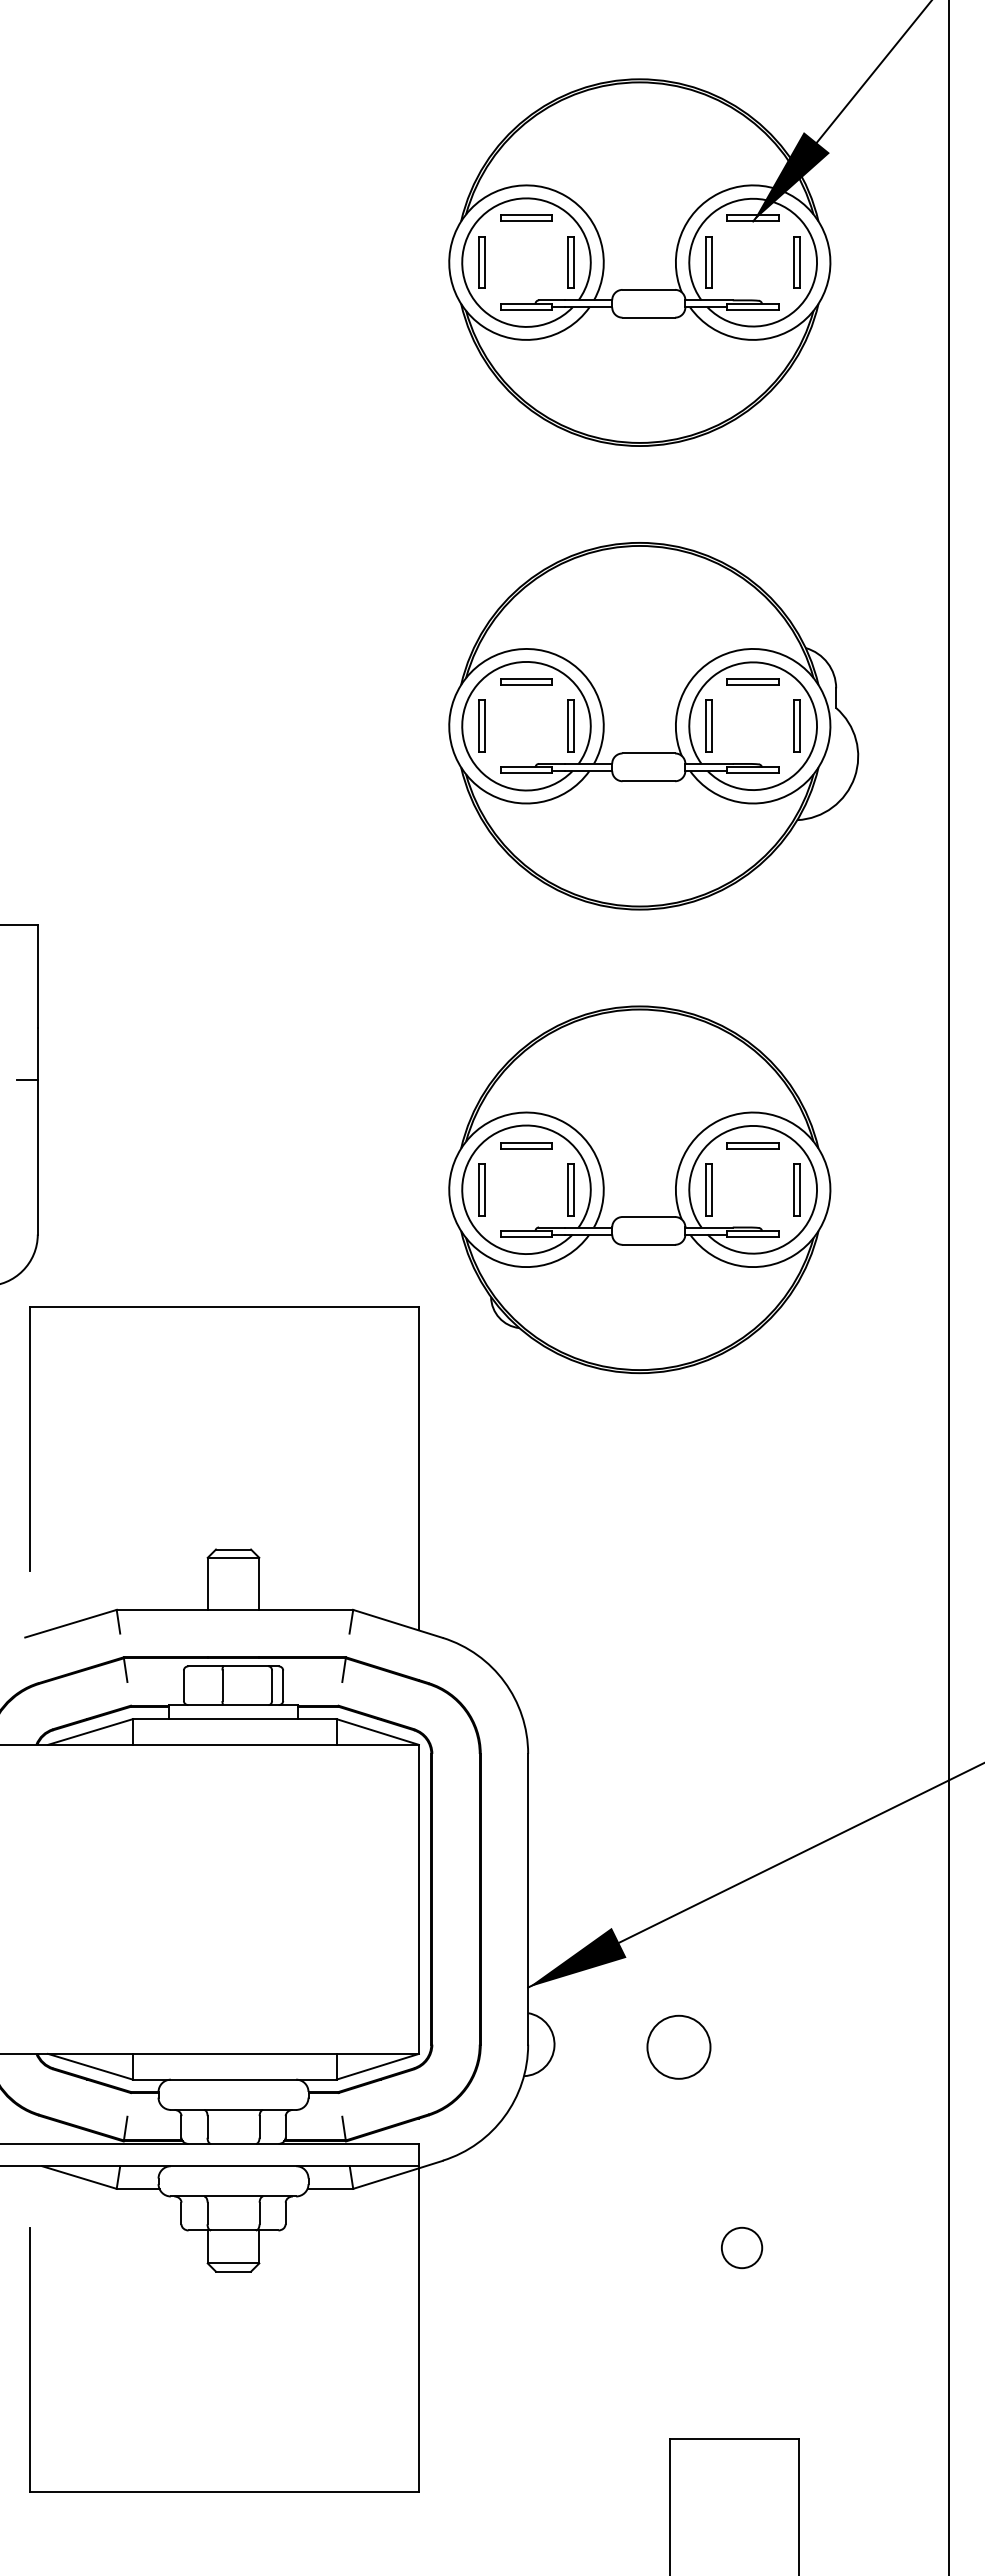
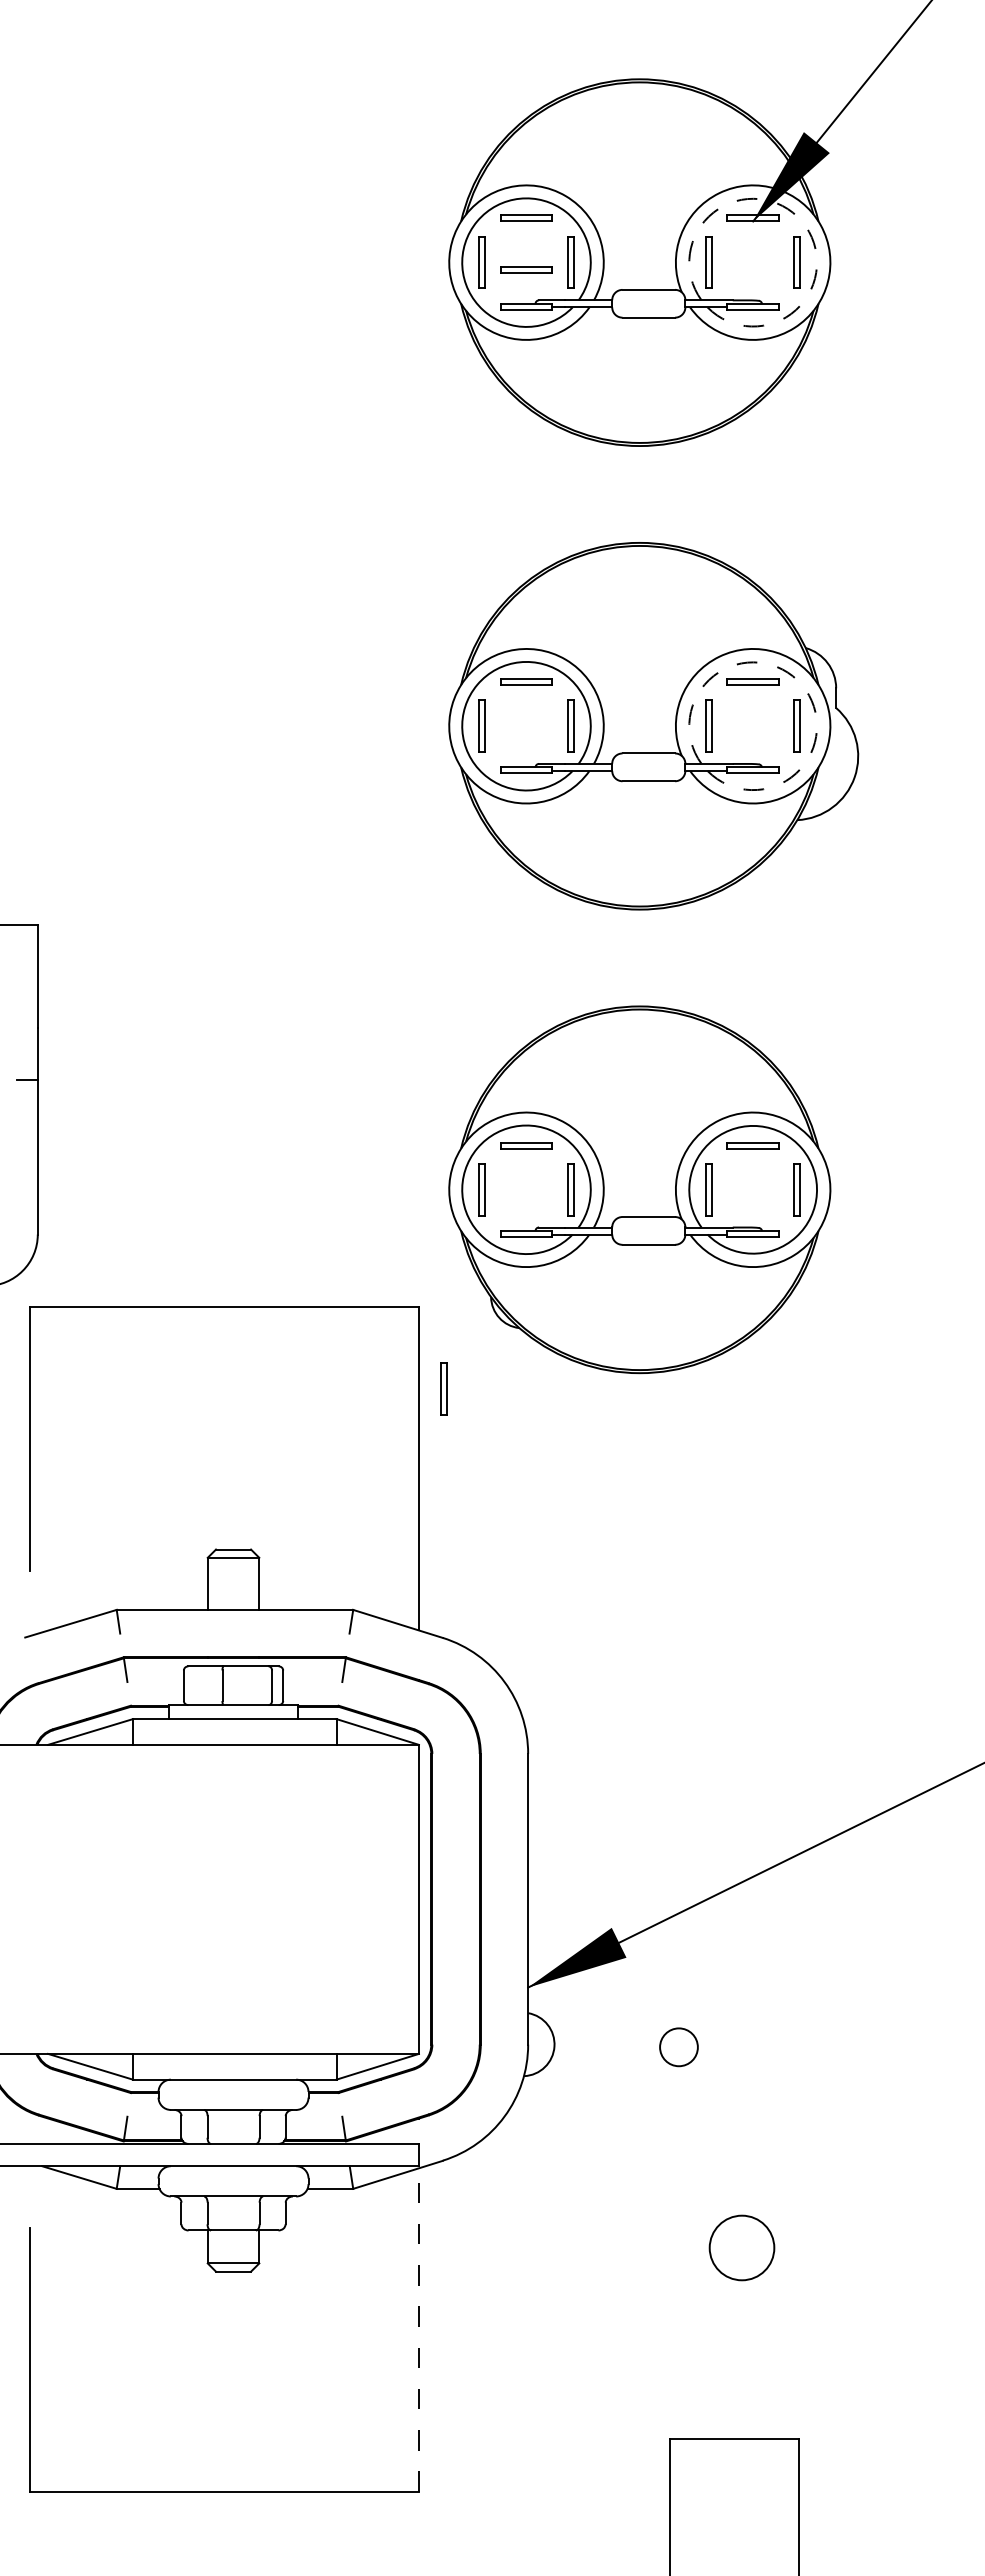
arc at (801, 221): solid -> dashed
part at (526, 269): none -> present
arc at (801, 684): solid -> dashed
line at (948, 1287): present -> none
part at (443, 1388): none -> present
circle at (678, 2046) diameter: 63 px -> 38 px
circle at (741, 2247) diameter: 40 px -> 65 px
line at (418, 2330): solid -> dashed
